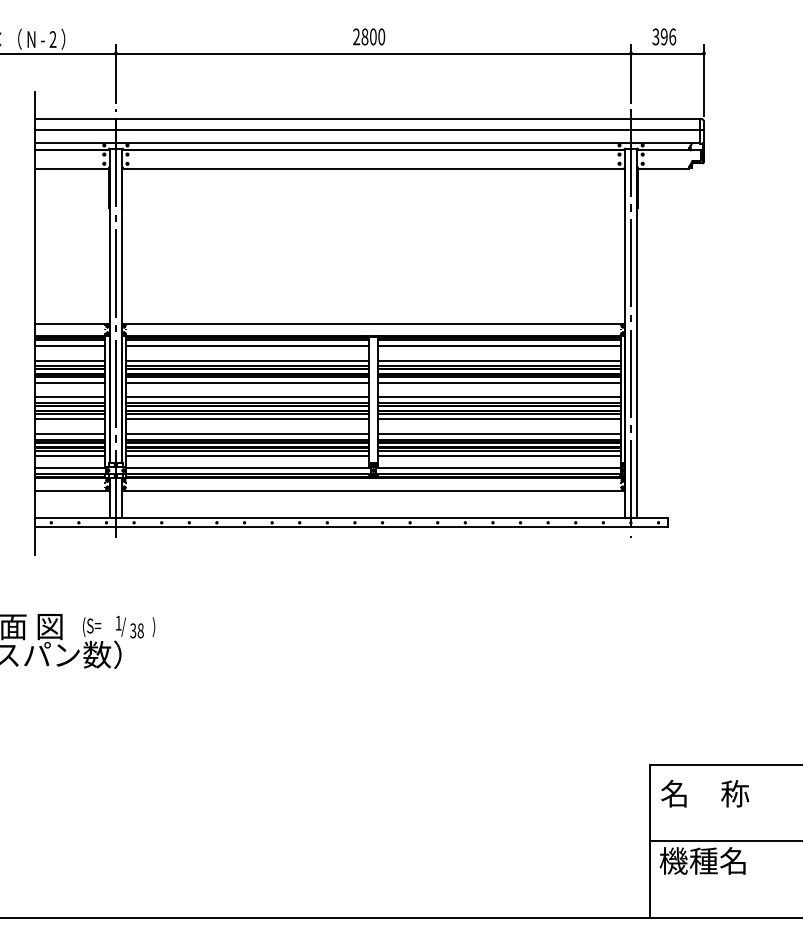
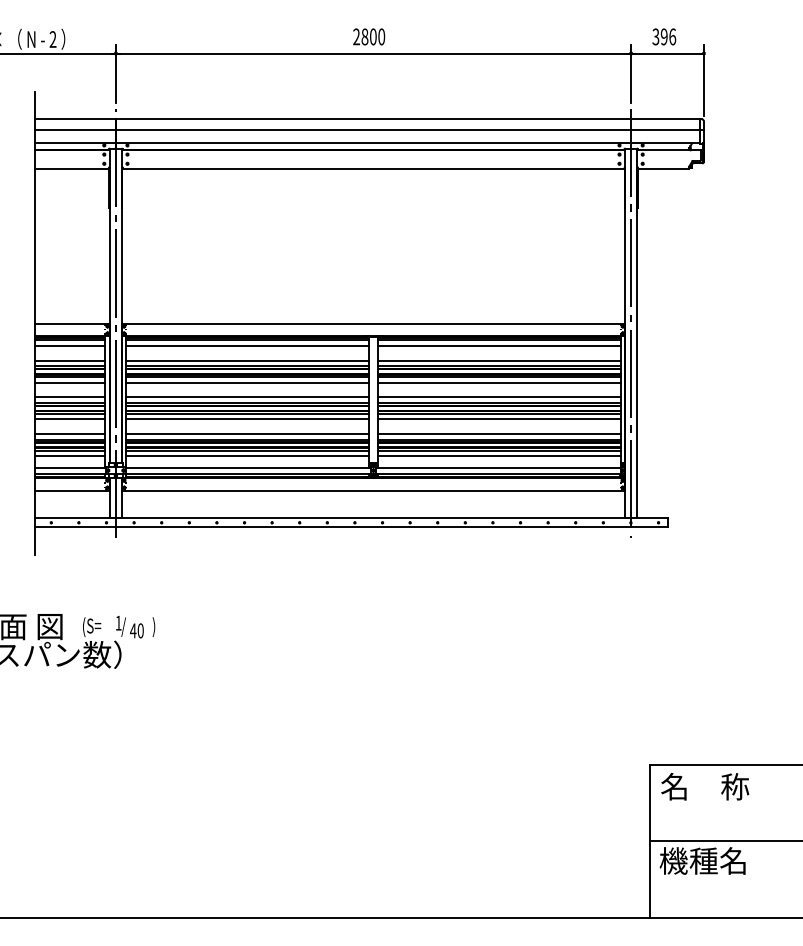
text at (136, 630): 38 -> 40
text at (705, 793) position: (705, 793) -> (705, 786)
